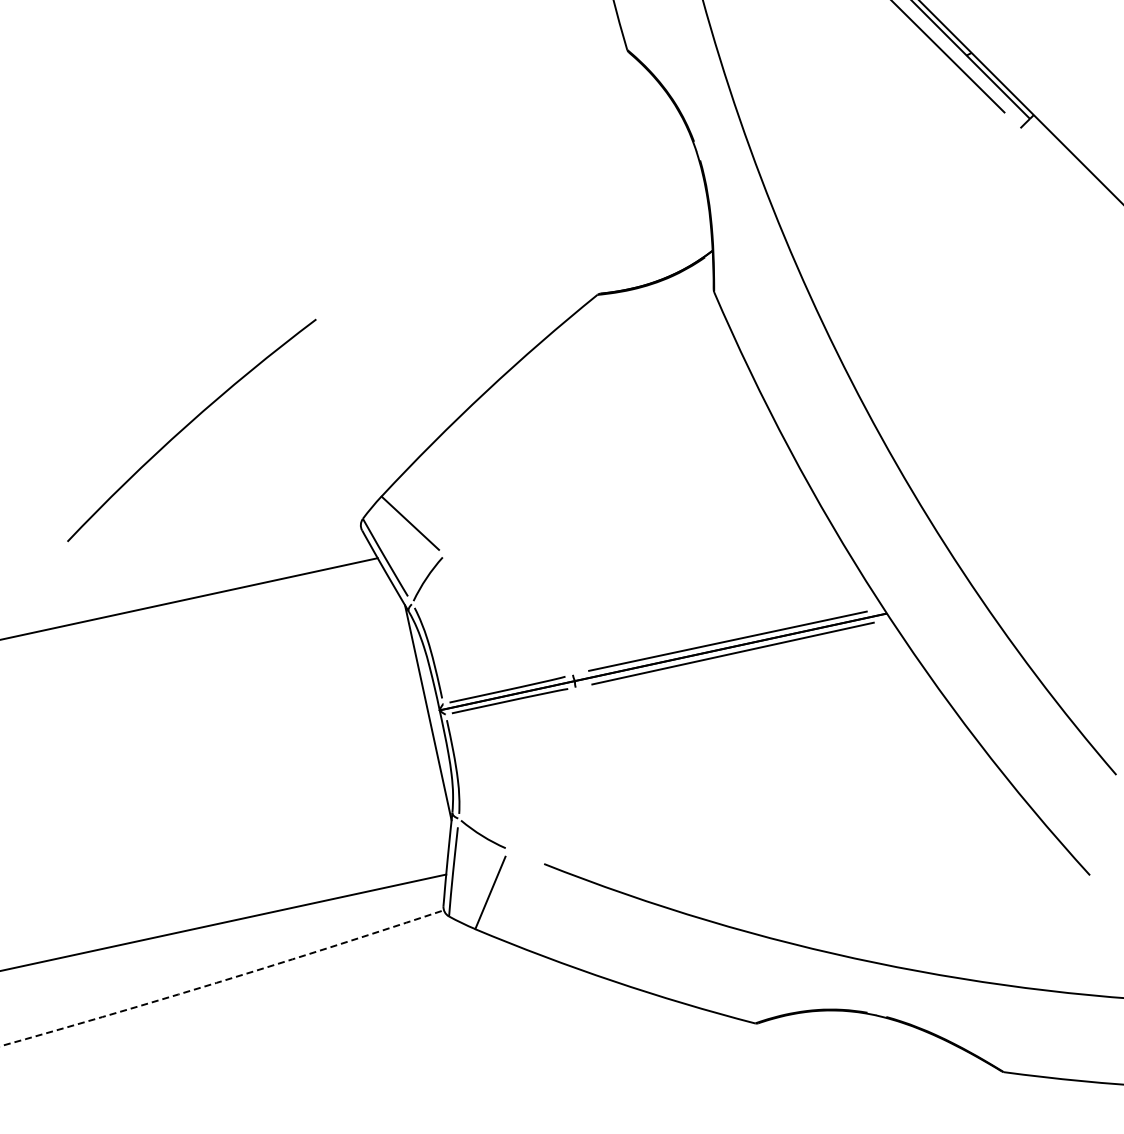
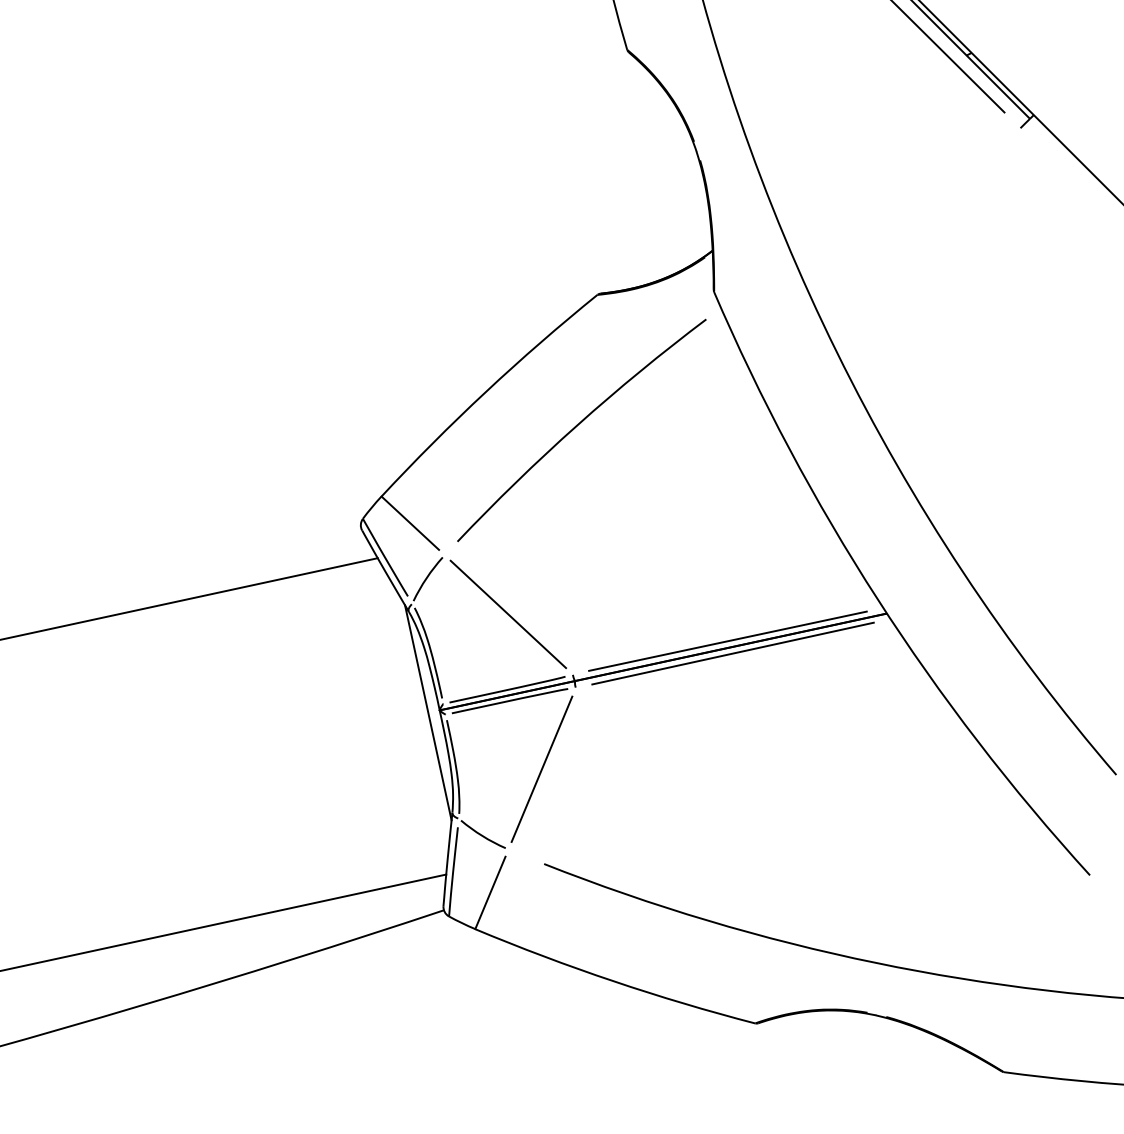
arc at (187, 426) position: (187, 426) -> (577, 426)
line at (508, 614): none -> present
line at (541, 768): none -> present
arc at (222, 981): dashed -> solid
